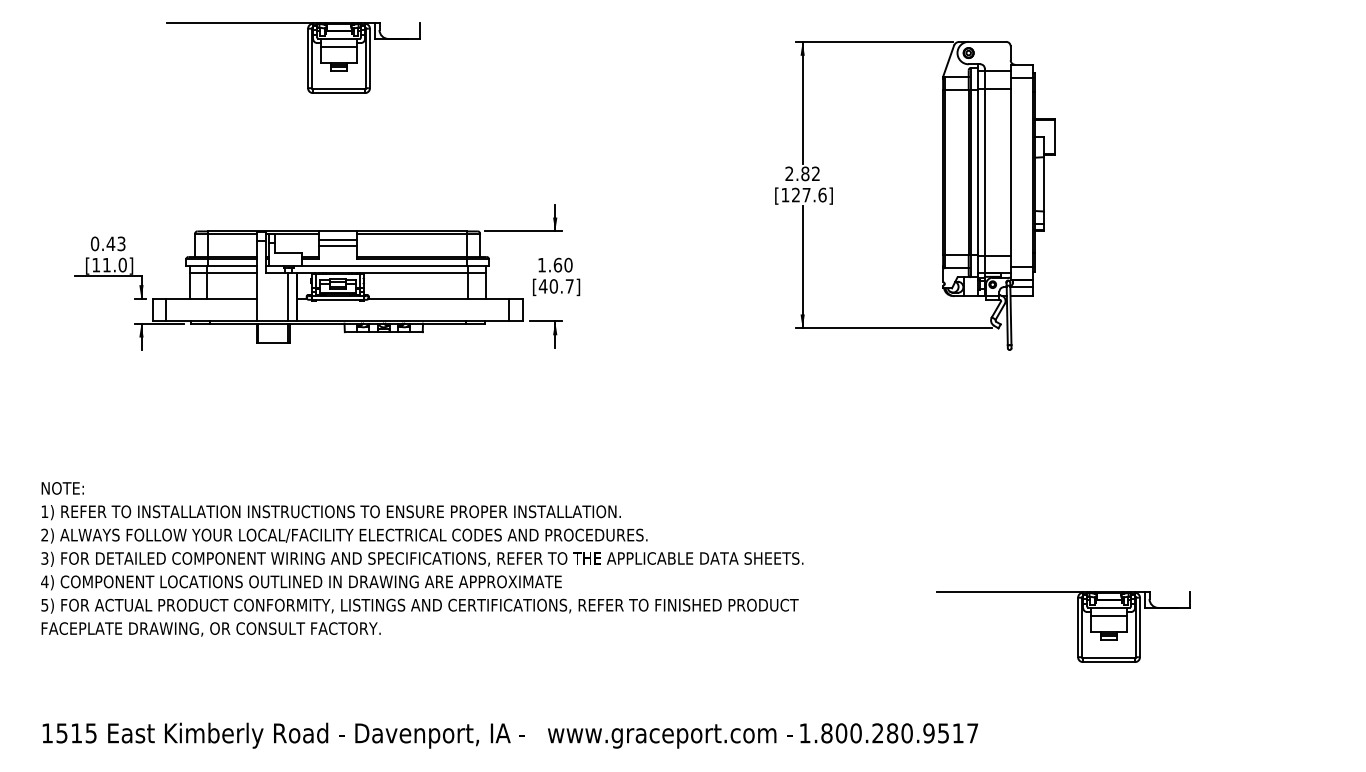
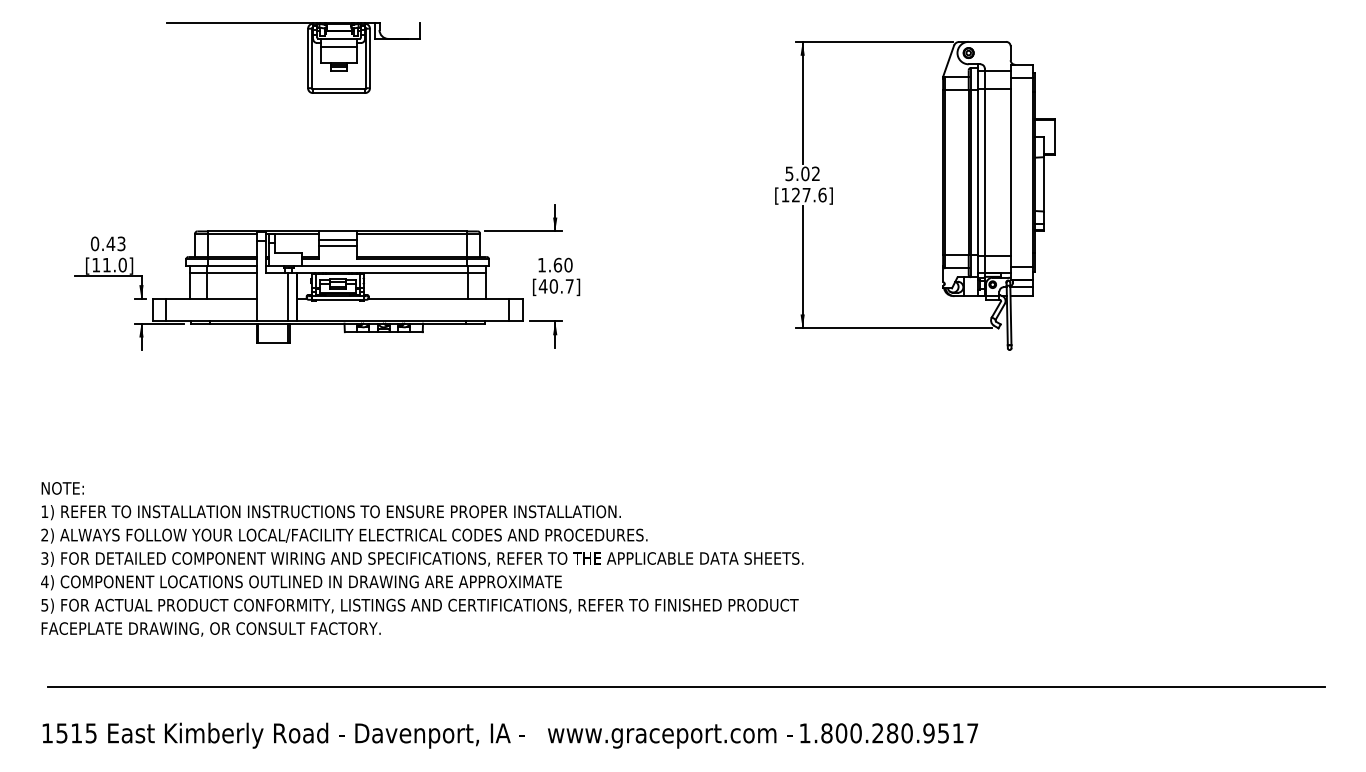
text at (797, 173): 2.82 -> 5.02
part at (1077, 626): present -> none
line at (686, 687): none -> present
